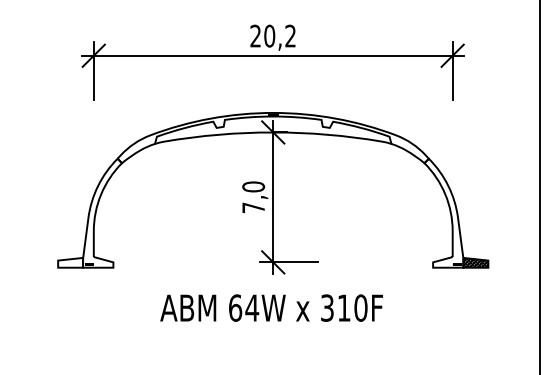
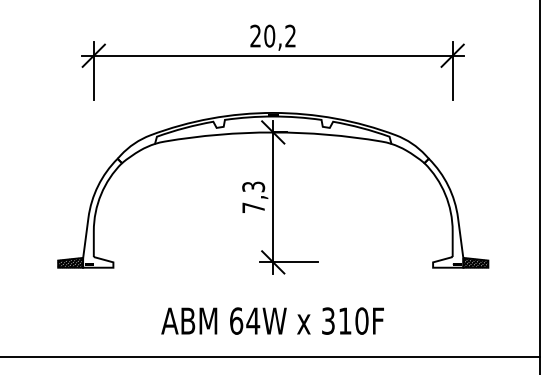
text at (253, 186): 7,0 -> 7,3
hatch at (70, 262): none -> present
text at (271, 307) position: (271, 307) -> (272, 320)
line at (271, 356): none -> present
